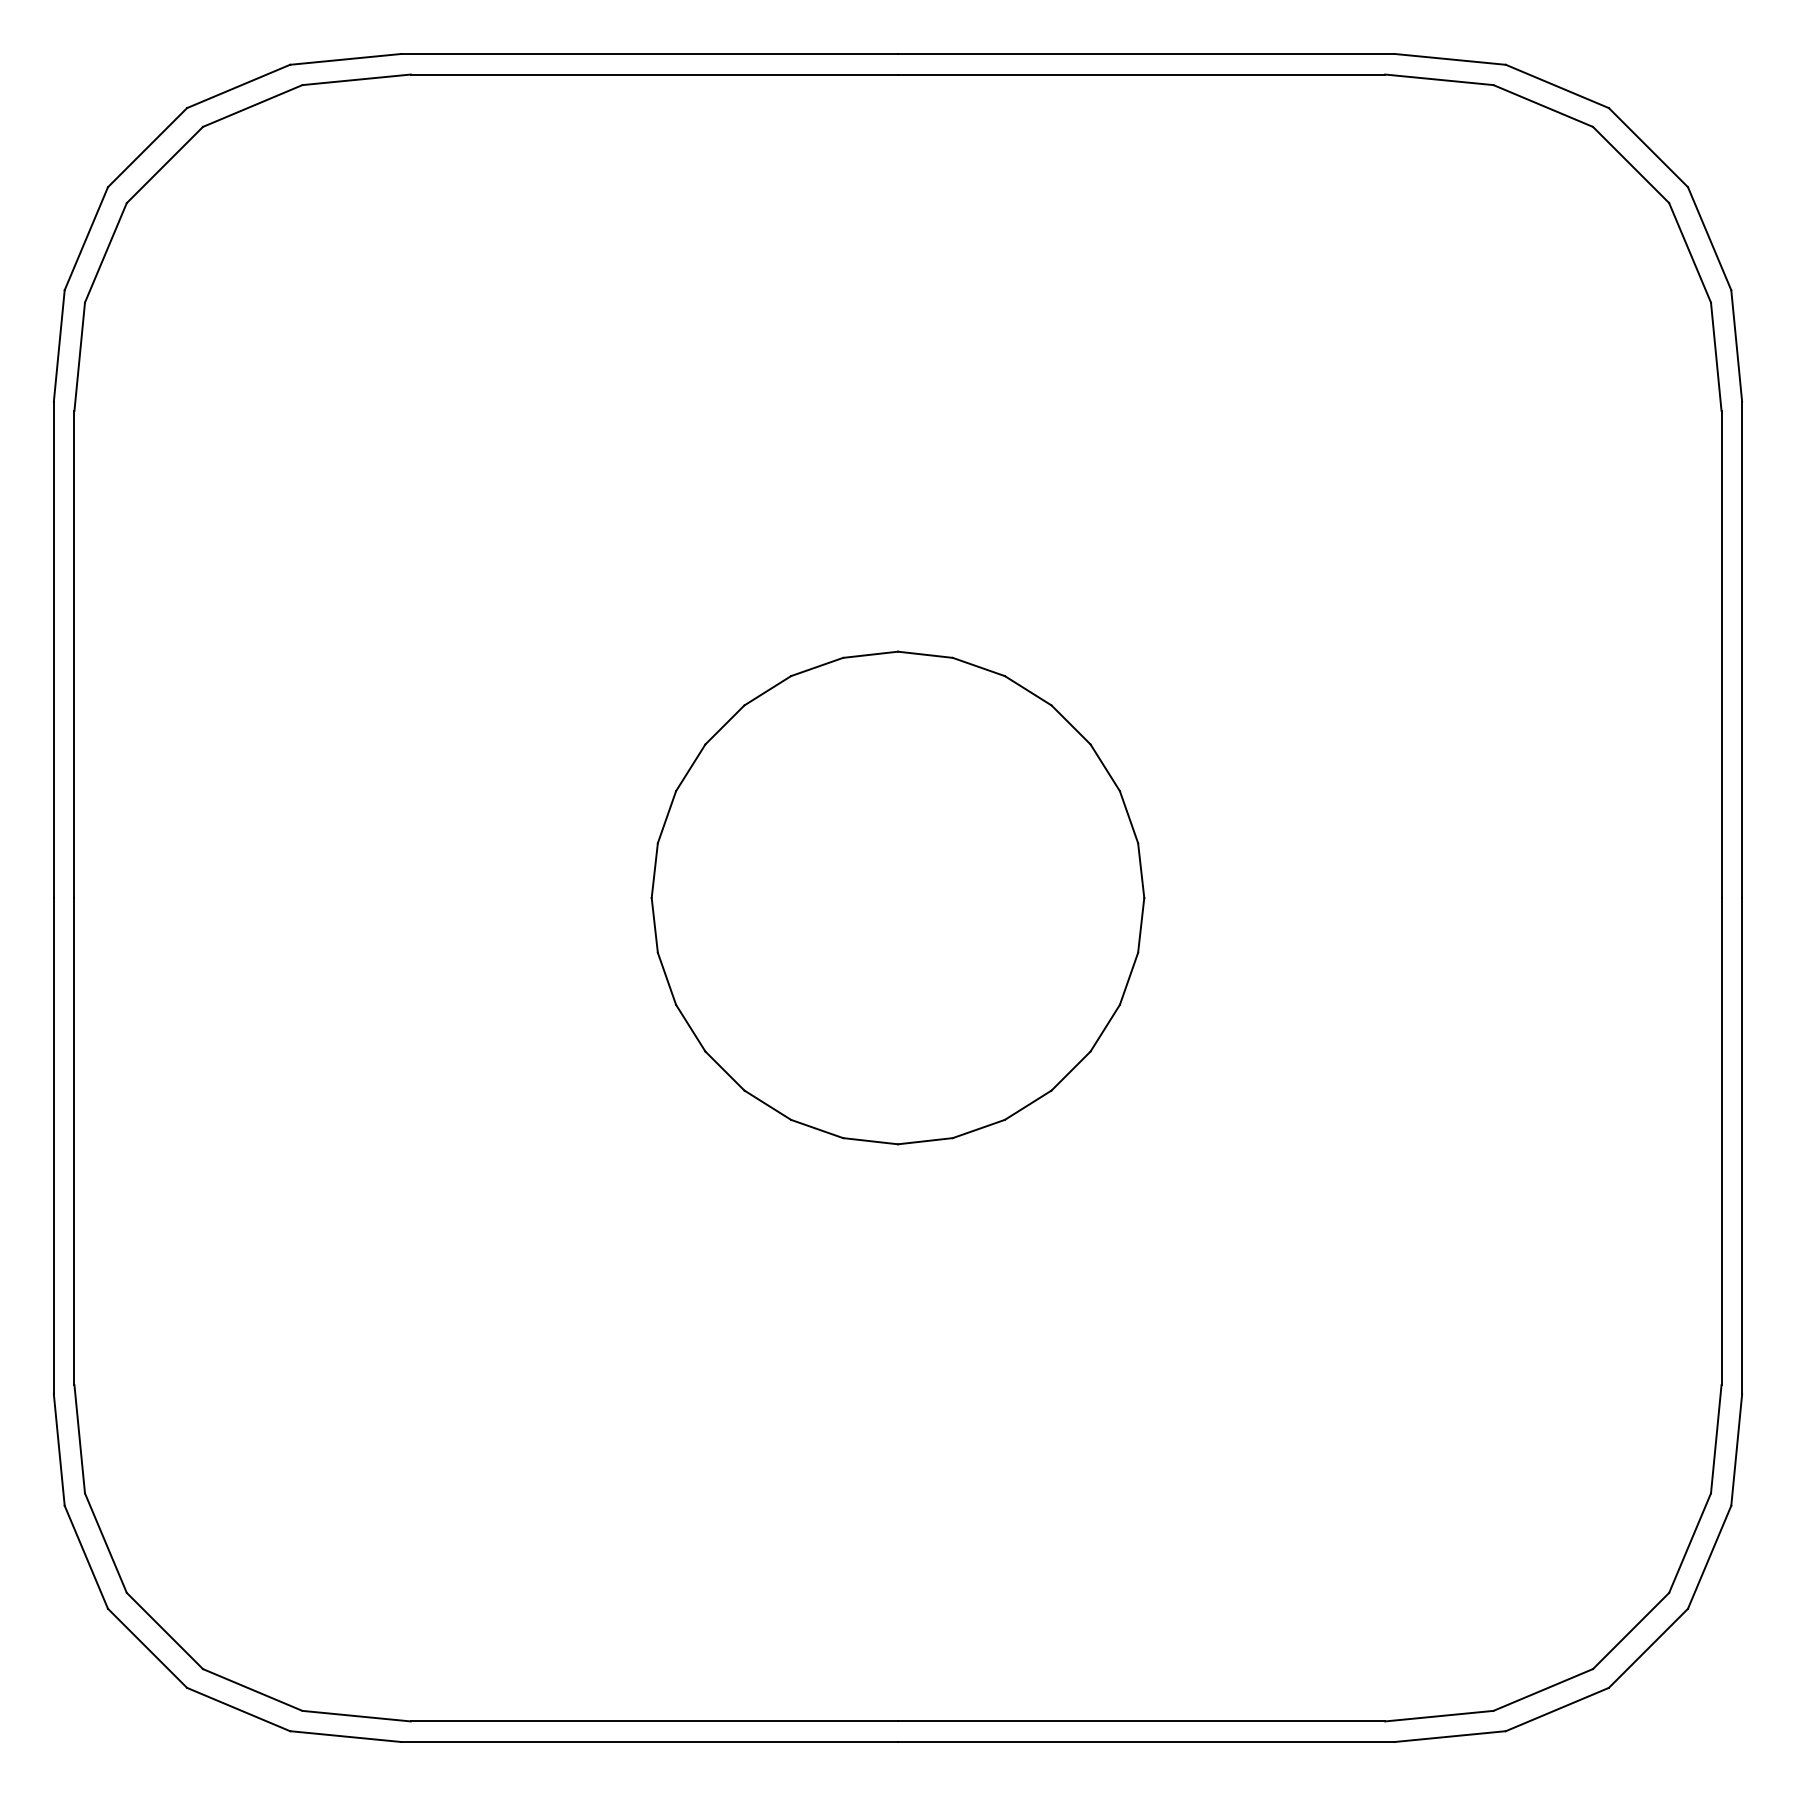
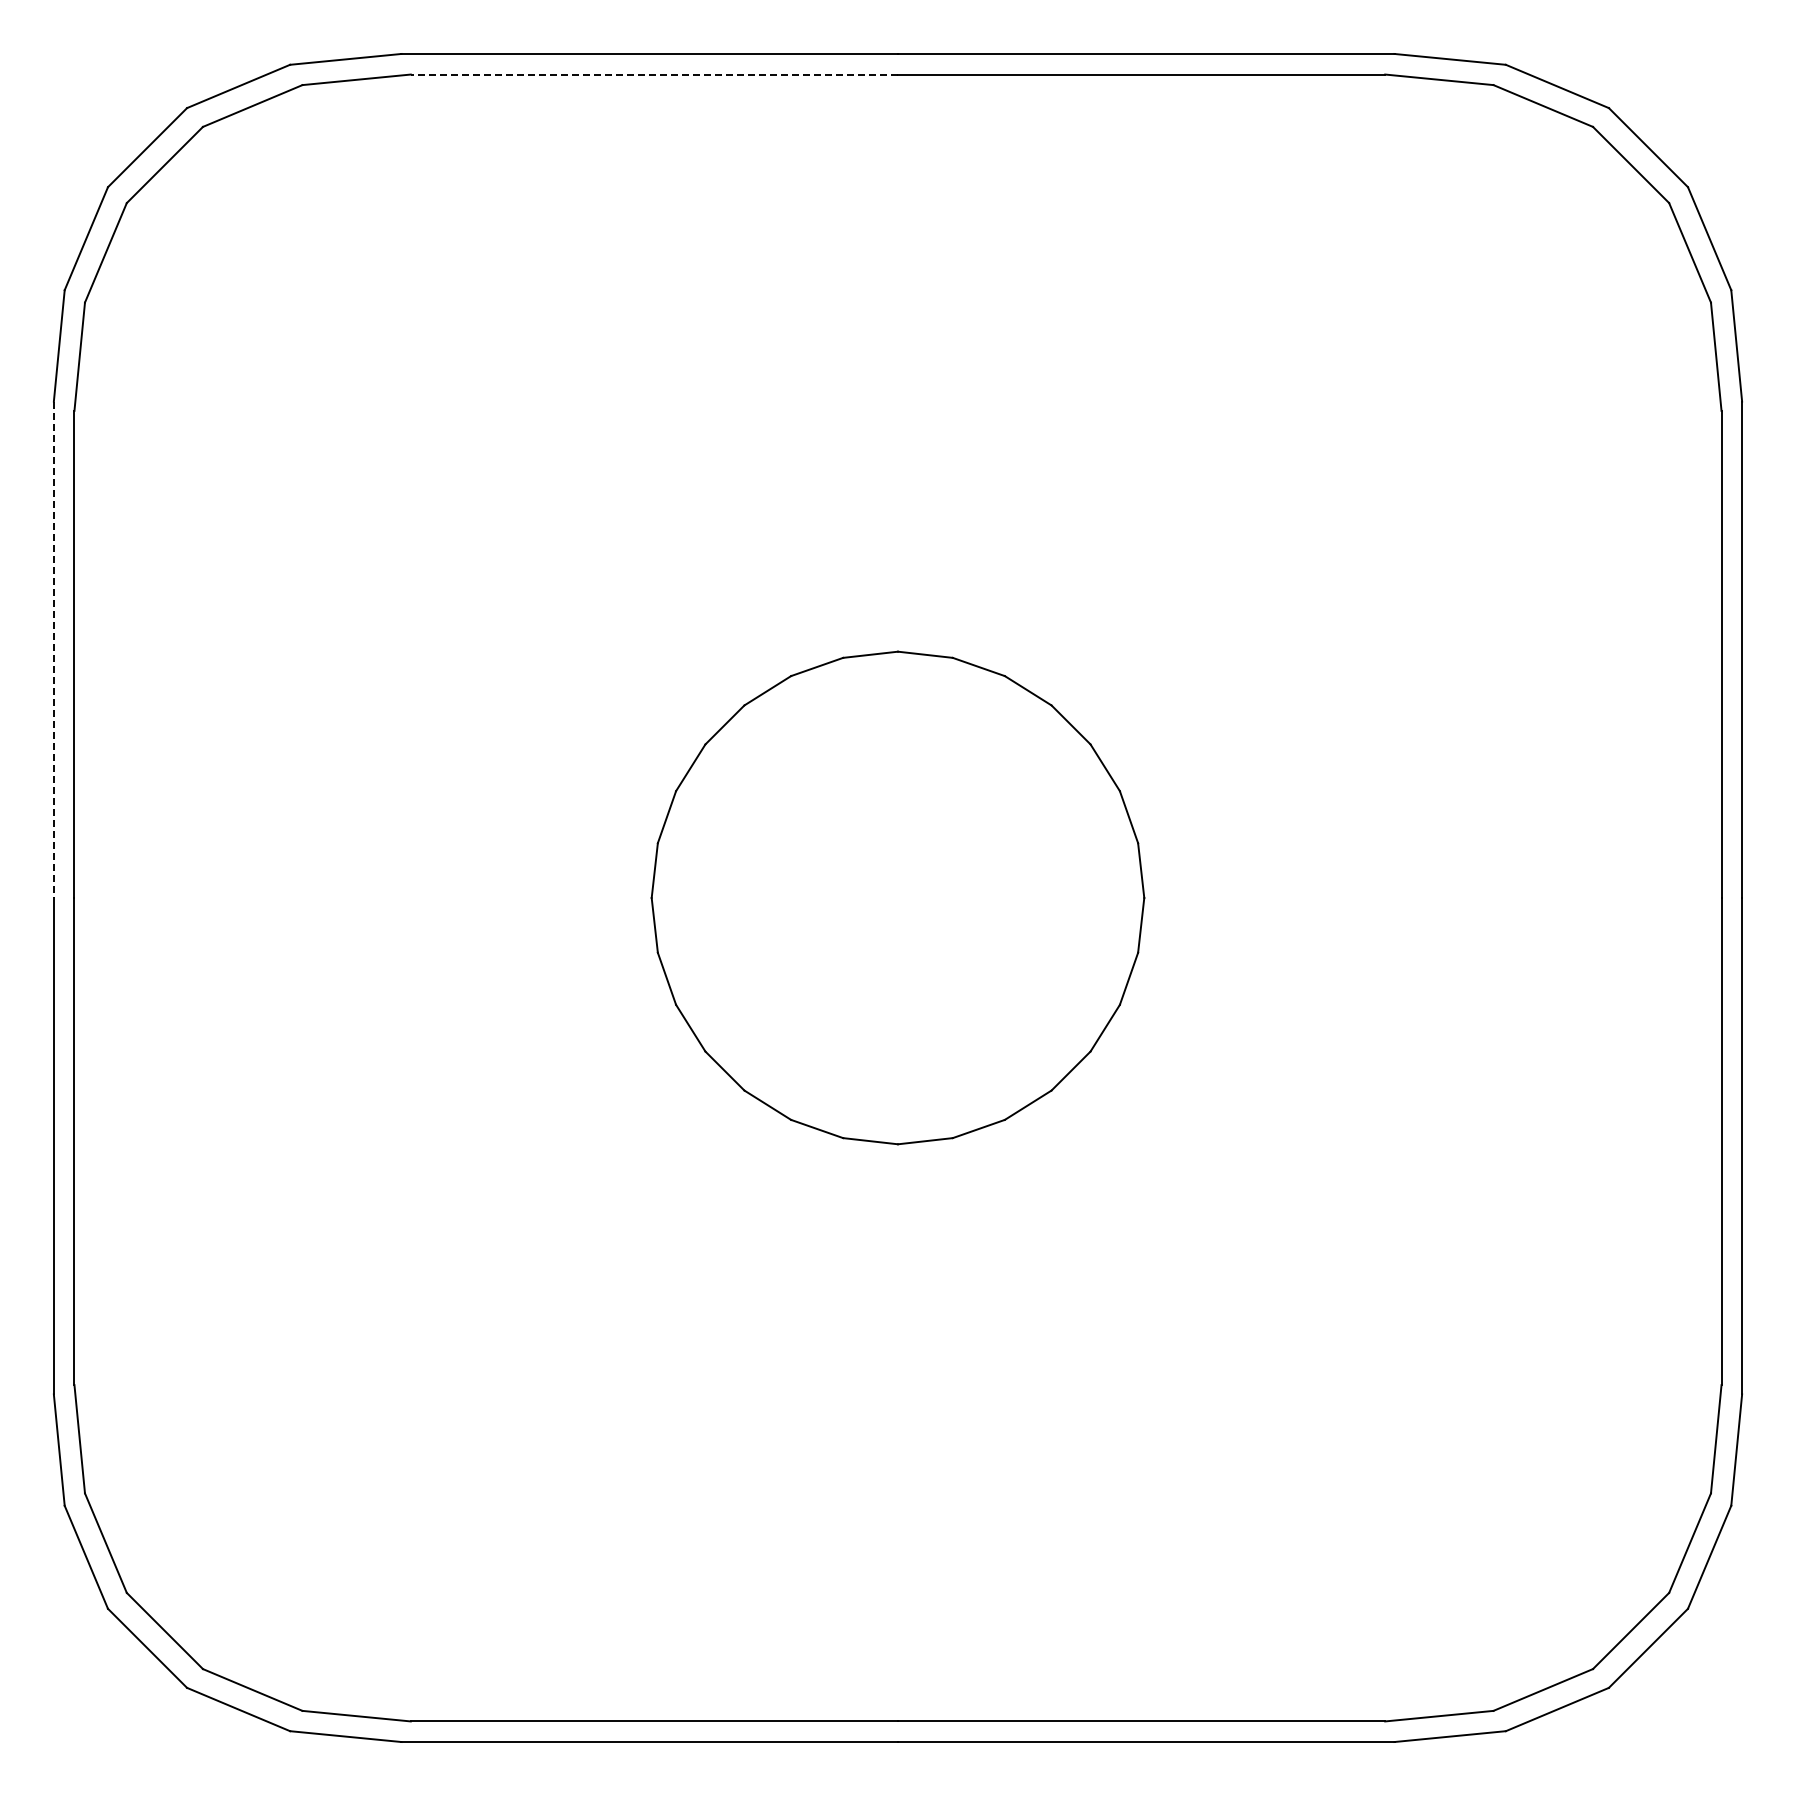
line at (654, 74): solid -> dashed
line at (53, 650): solid -> dashed
